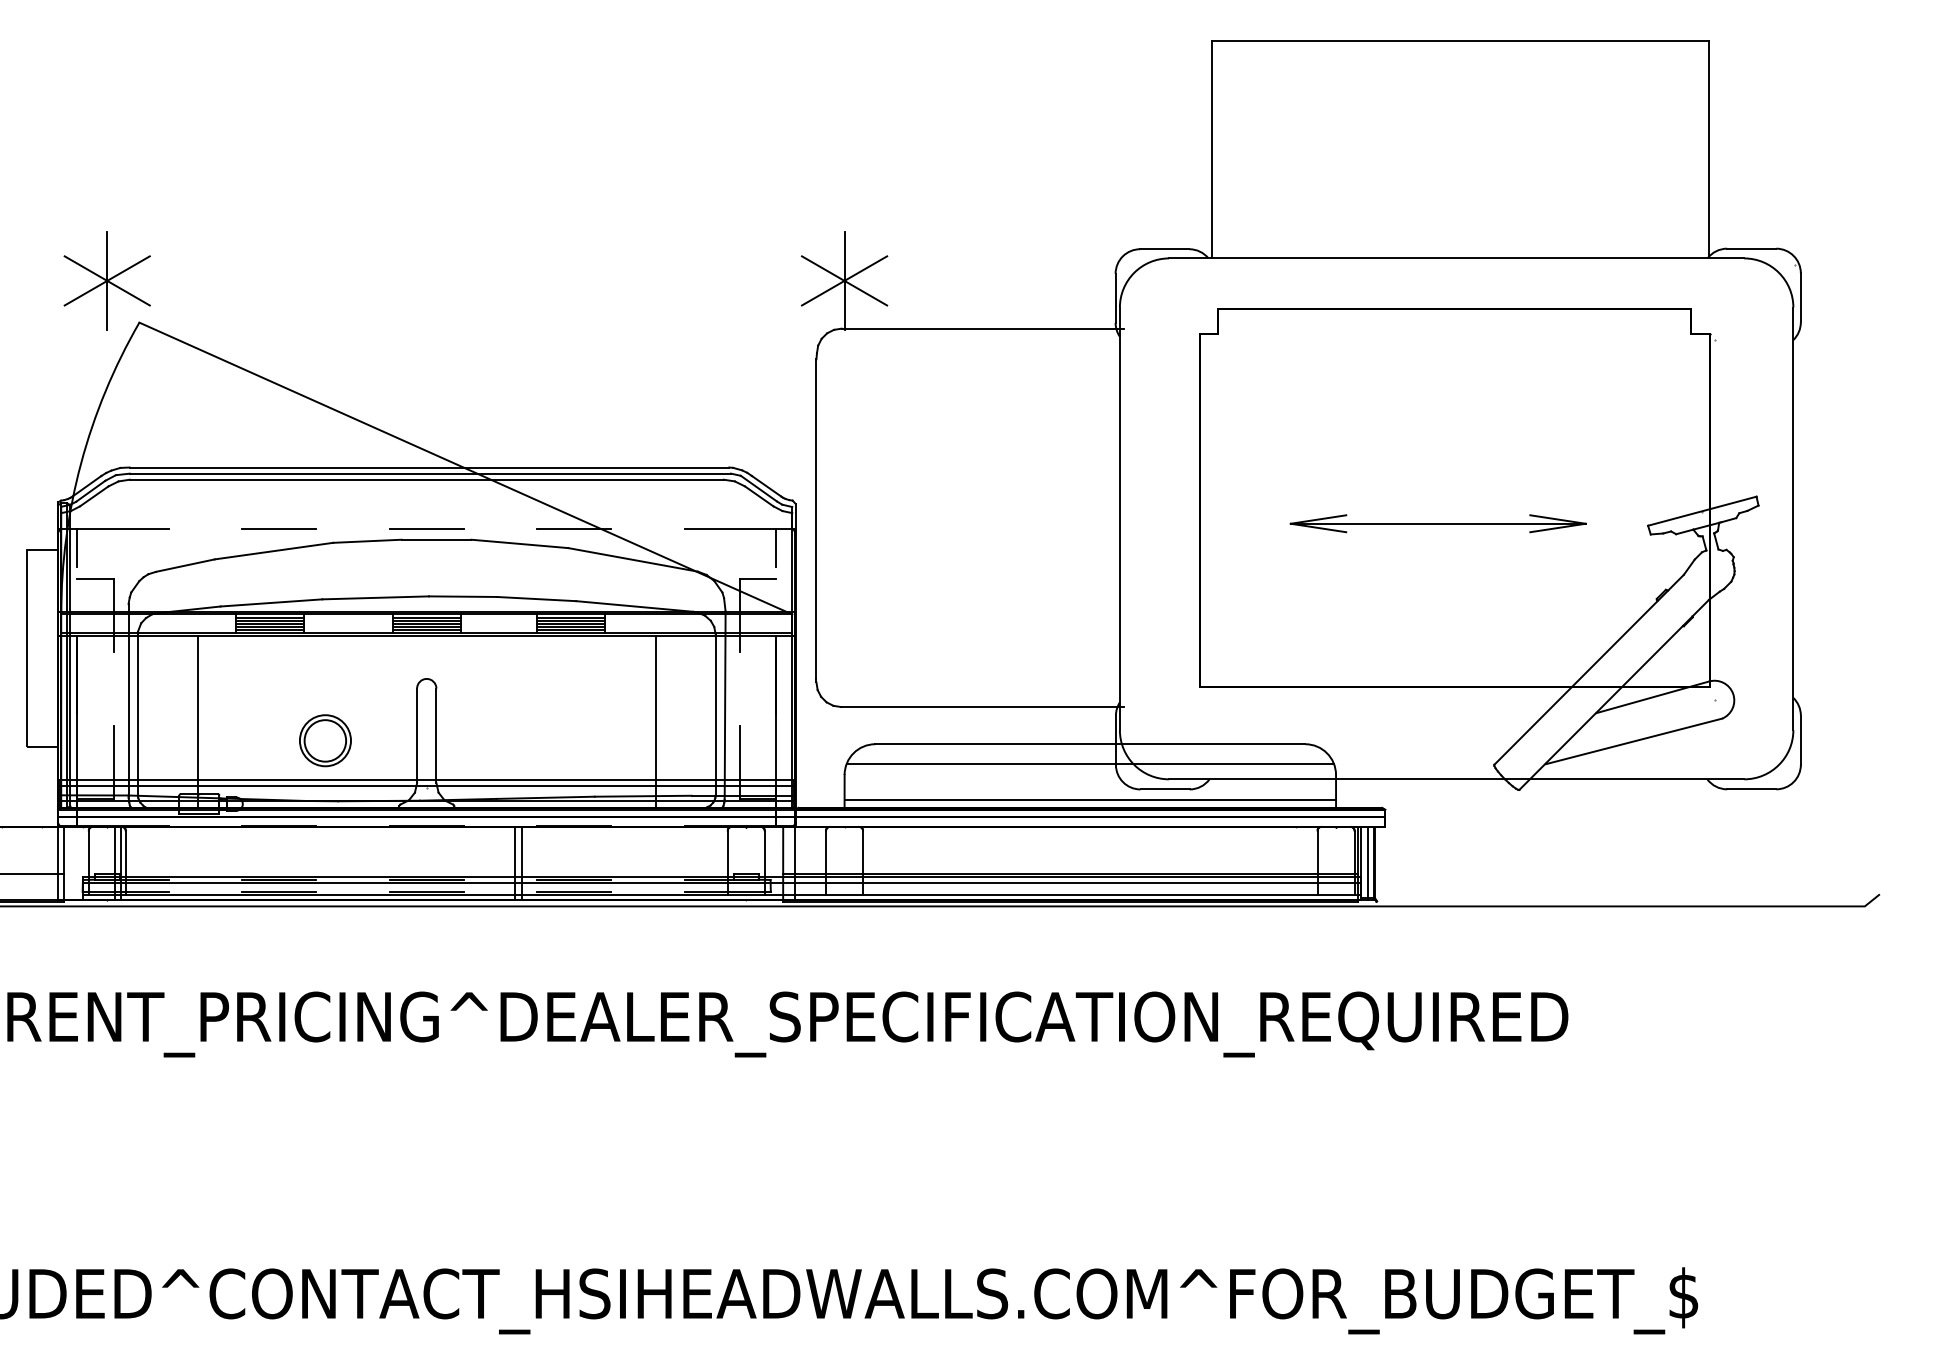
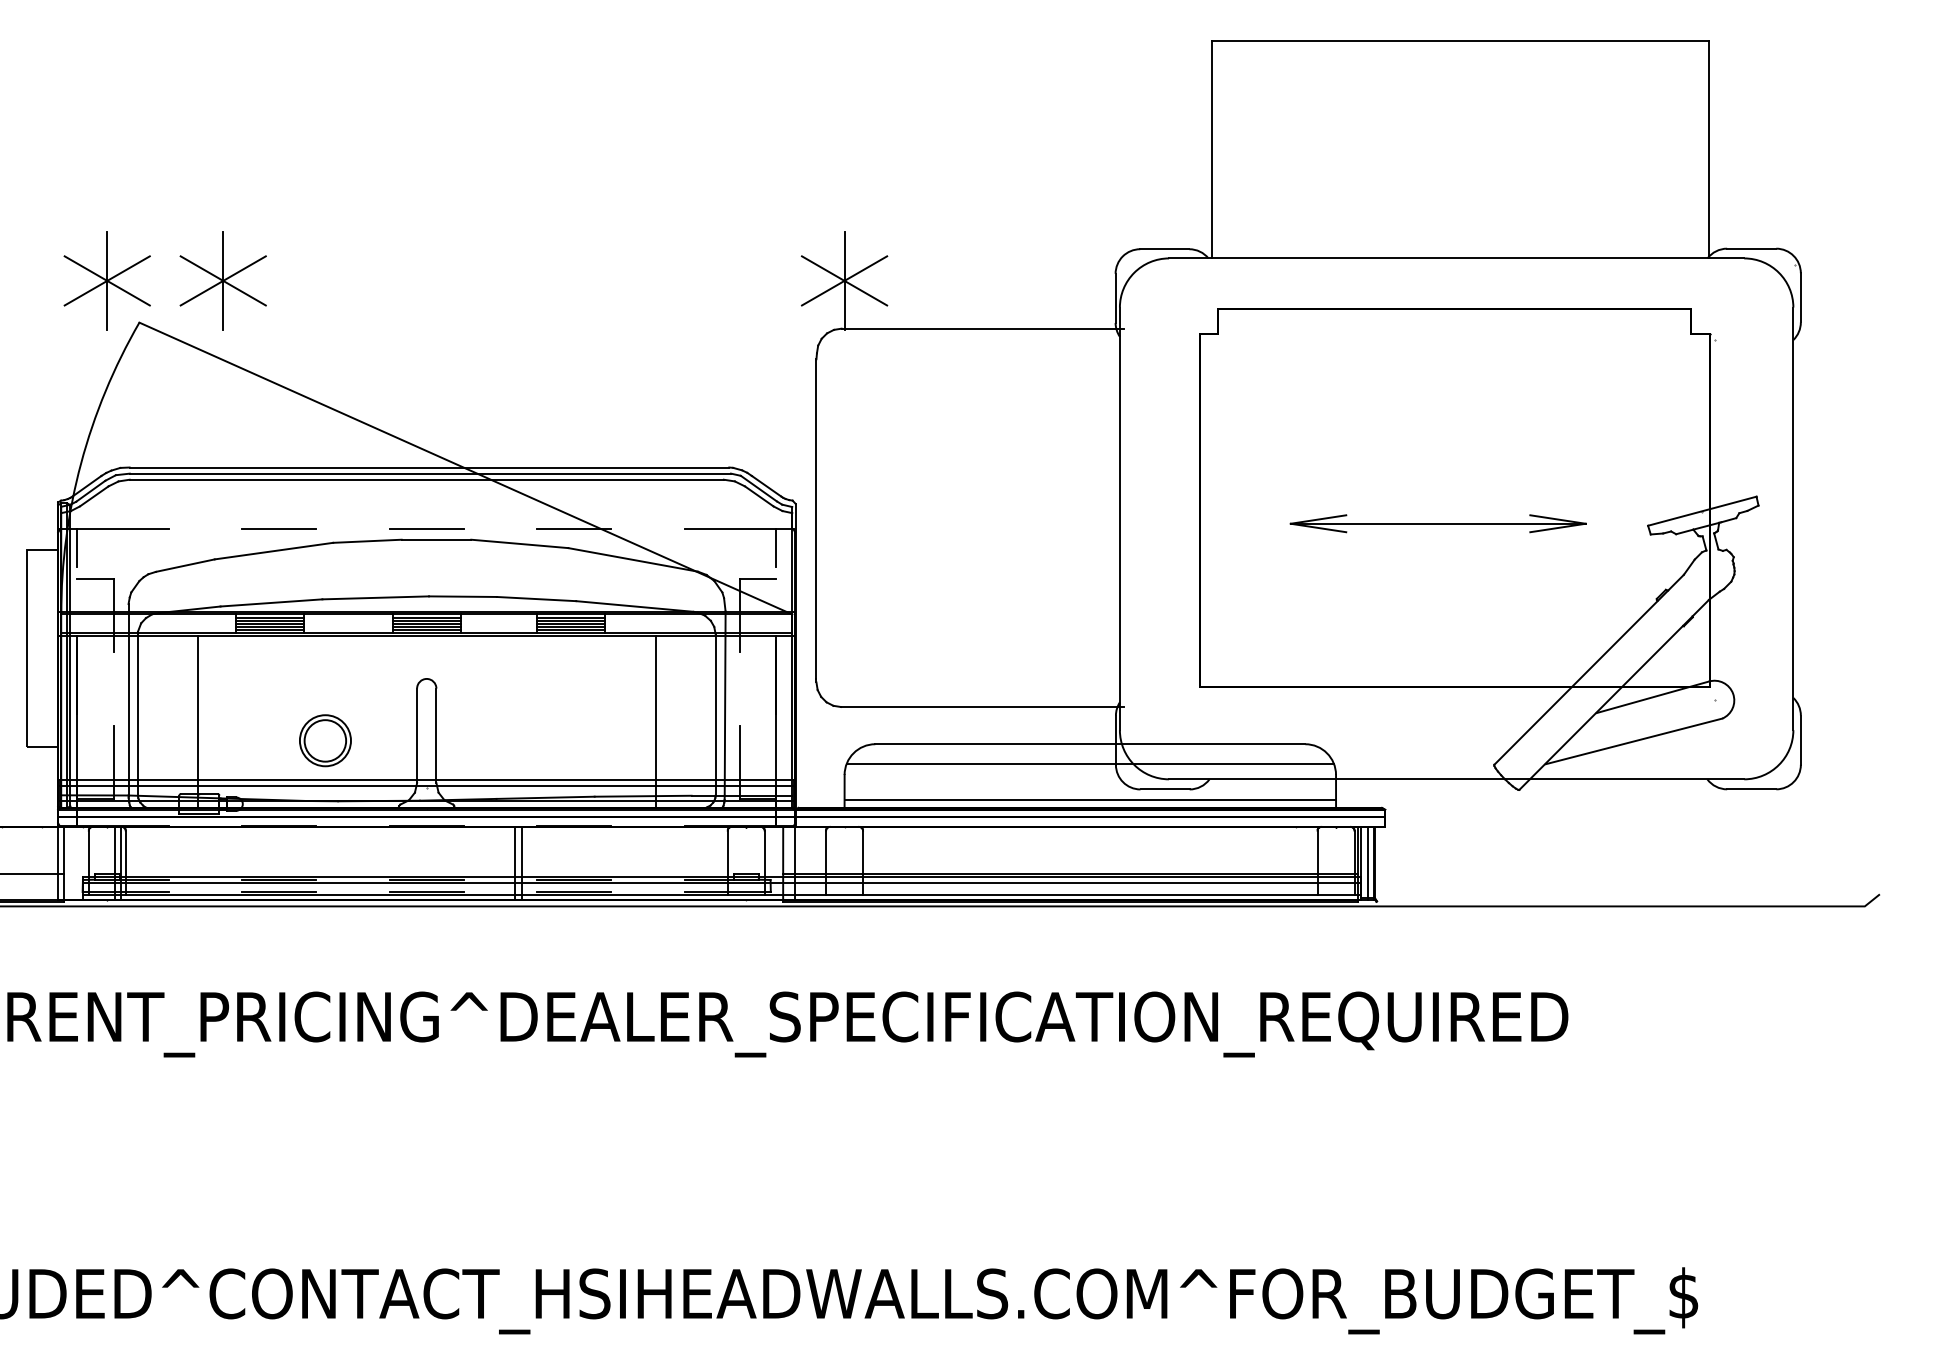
part at (222, 280): none -> present
